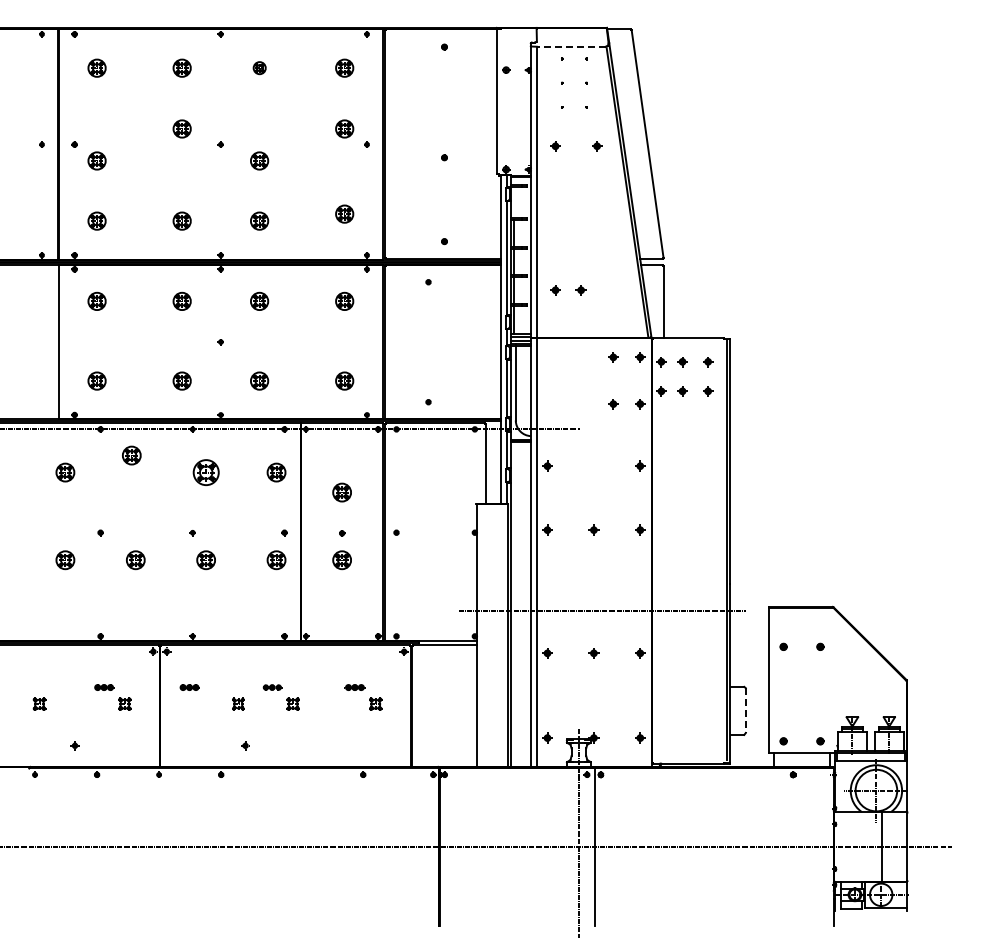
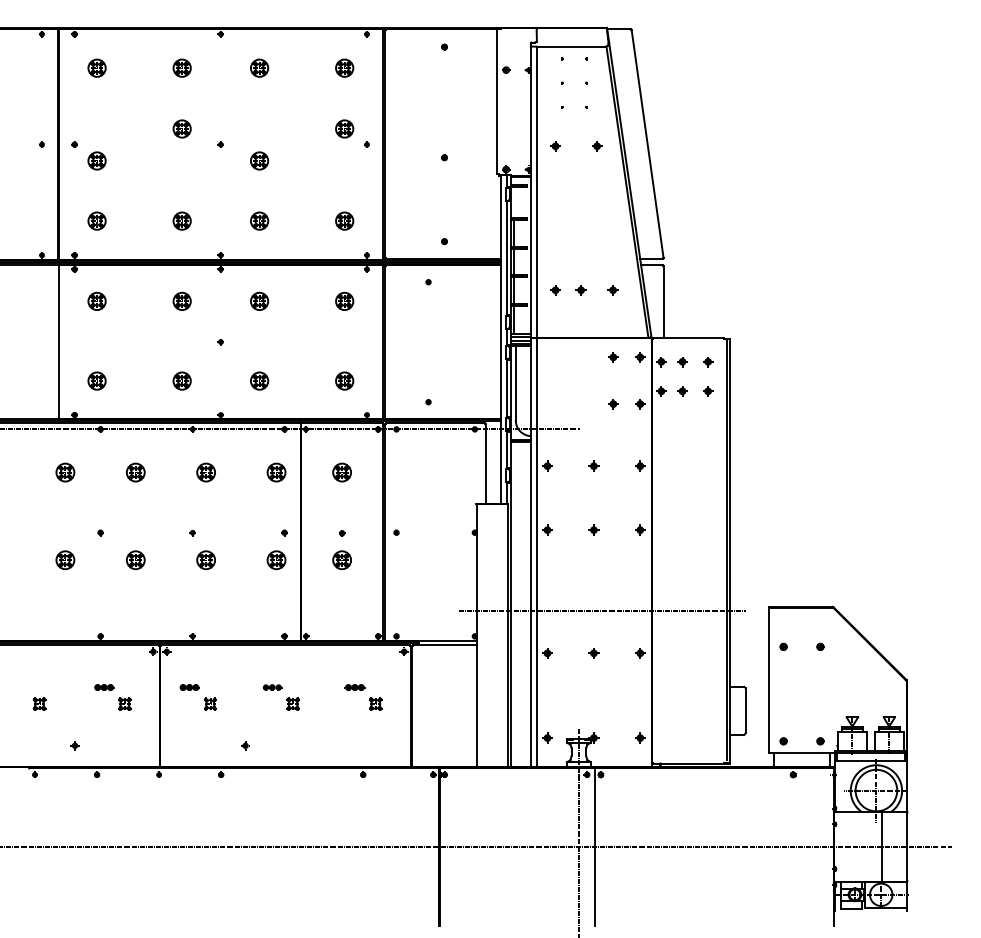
line at (571, 46): dashed -> solid
part at (259, 68) size: 15x15 px -> 20x20 px
part at (344, 213) position: (344, 213) -> (344, 220)
part at (612, 290): none -> present
part at (131, 455) position: (131, 455) -> (135, 472)
part at (593, 465): none -> present
part at (205, 472) size: 28x27 px -> 20x21 px
part at (341, 492) position: (341, 492) -> (341, 472)
part at (238, 703) position: (238, 703) -> (210, 703)
line at (745, 711): dashed -> solid
